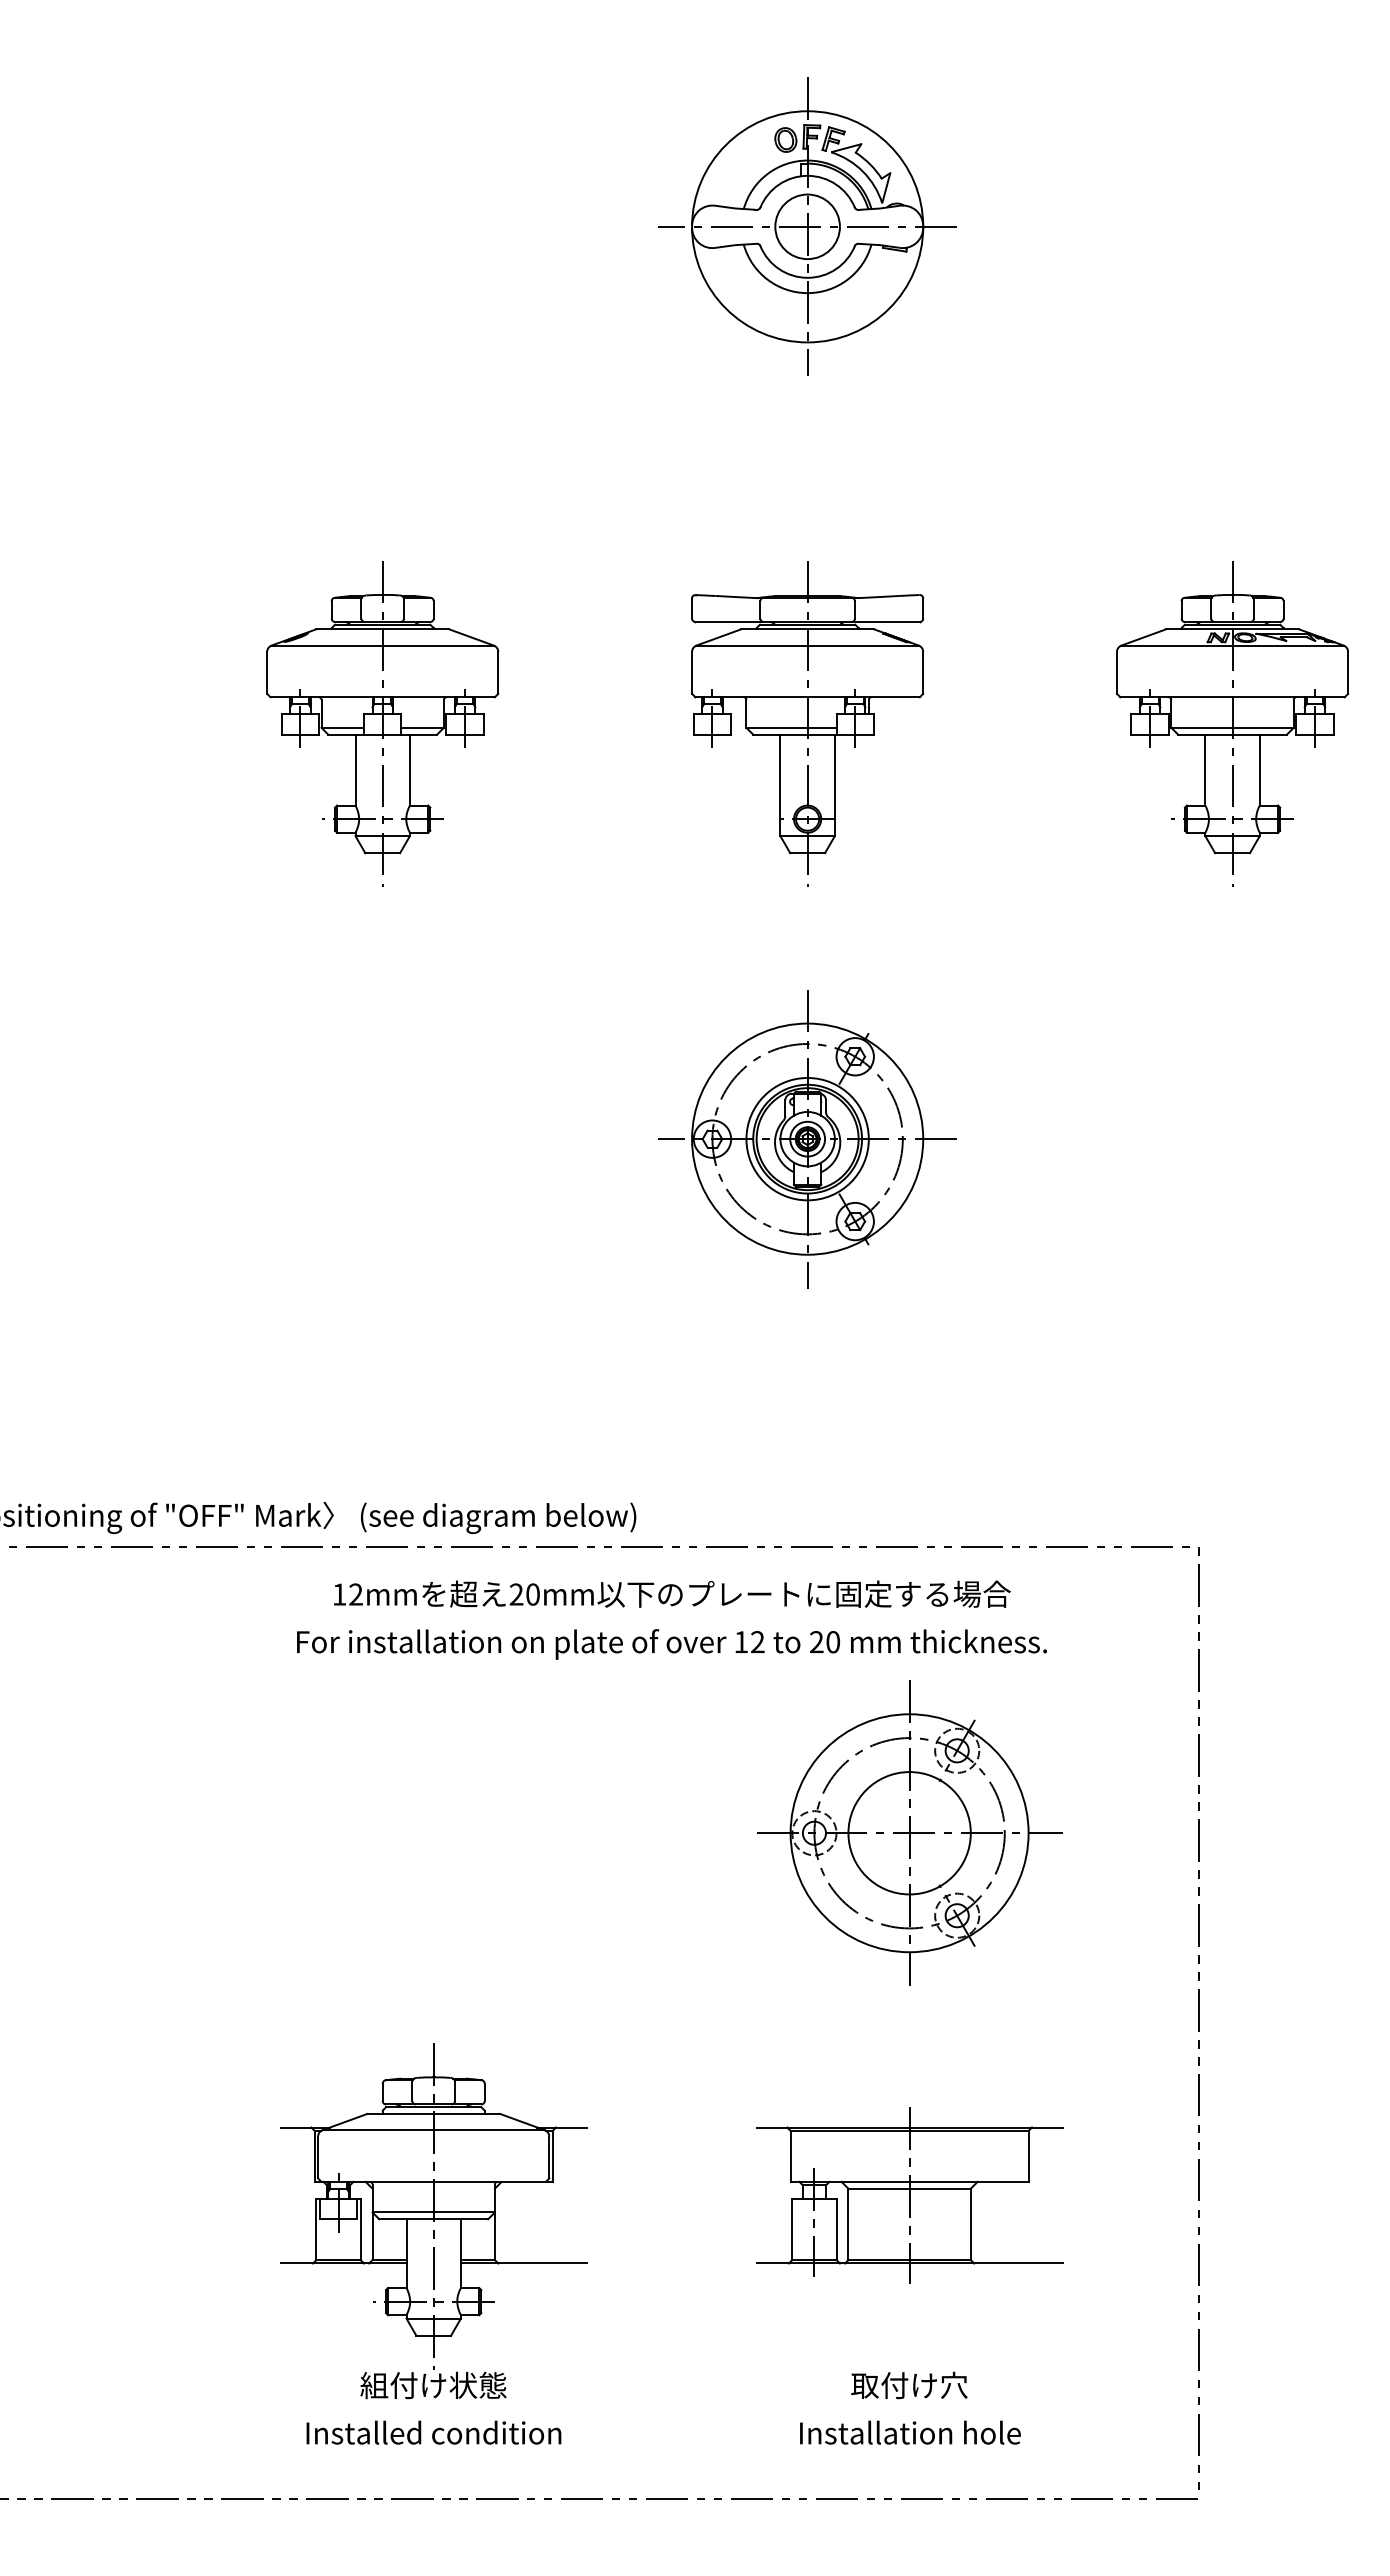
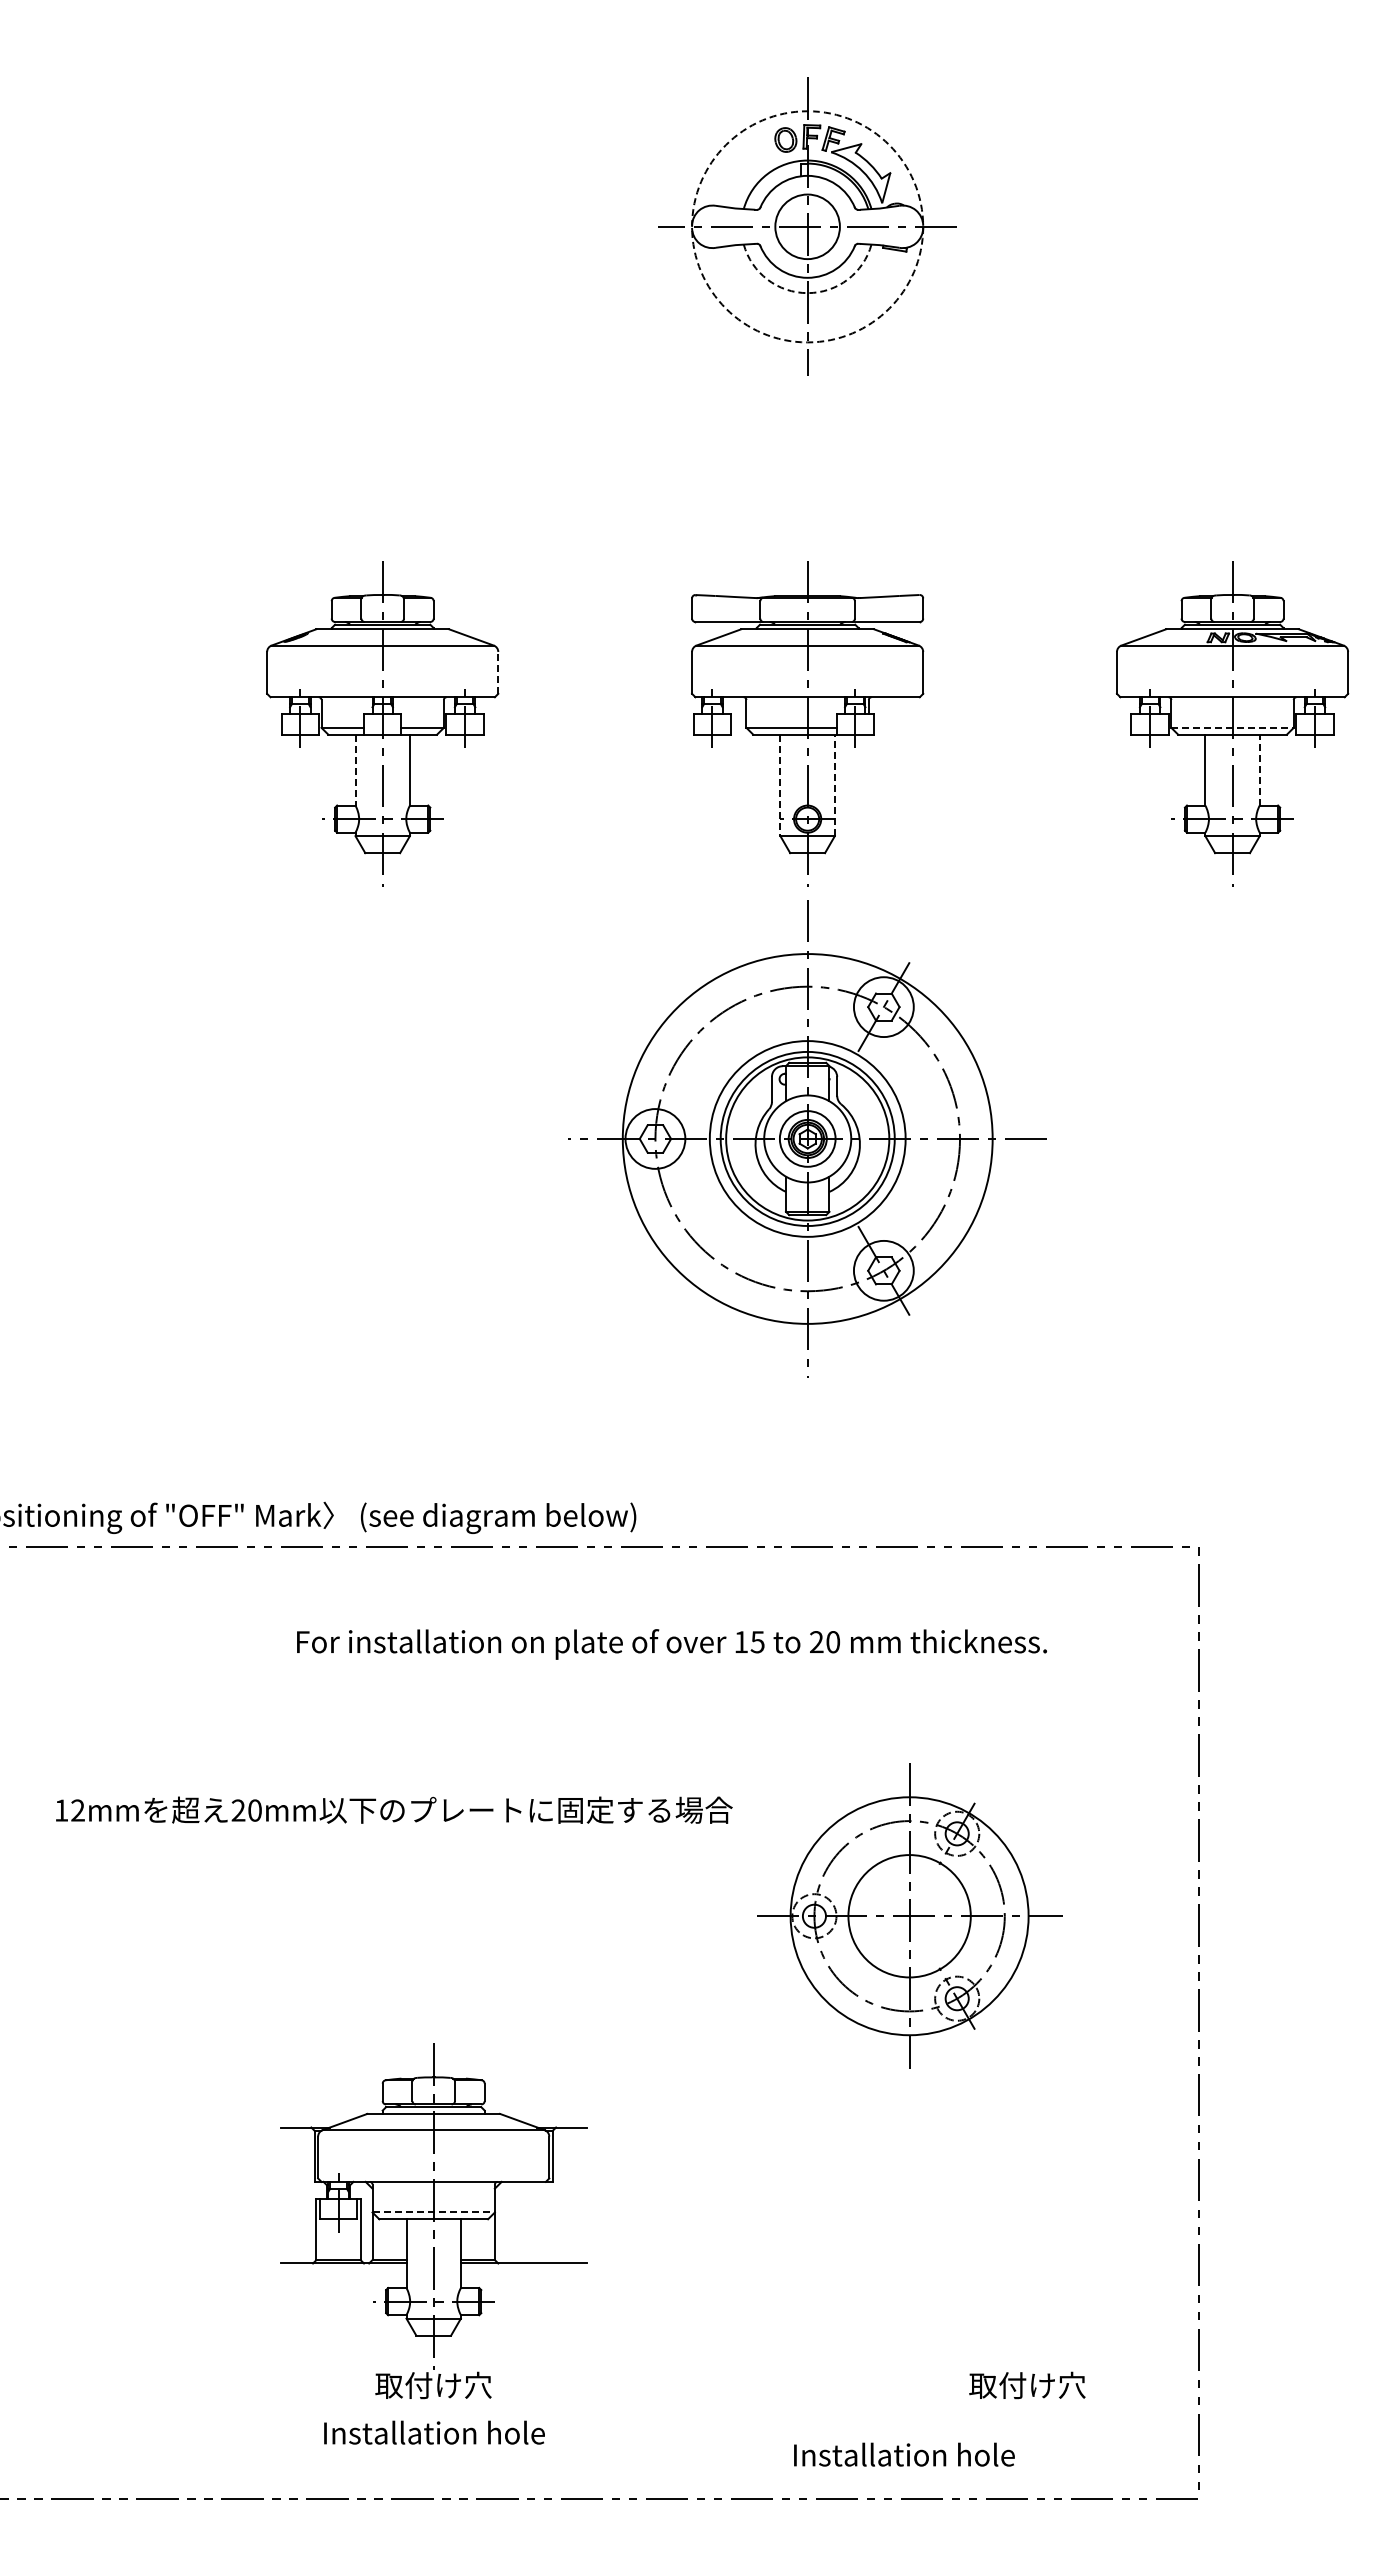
circle at (807, 226): solid -> dashed
arc at (807, 293): solid -> dashed
line at (498, 672): solid -> dashed
line at (1233, 727): solid -> dashed
line at (1259, 769): solid -> dashed
line at (355, 770): solid -> dashed
line at (780, 785): solid -> dashed
line at (834, 785): solid -> dashed
part at (807, 1139) size: 299x299 px -> 479x478 px
text at (672, 1593) position: (672, 1593) -> (394, 1809)
text at (757, 1642): 12 -> 15
part at (909, 1832) position: (909, 1832) -> (909, 1915)
part at (909, 2195): present -> none
line at (434, 2212): solid -> dashed
text at (433, 2385): 組付け状態 -> 取付け穴
text at (909, 2385) position: (909, 2385) -> (1027, 2385)
text at (433, 2432): Installed condition -> Installation hole
text at (910, 2432) position: (910, 2432) -> (904, 2454)
